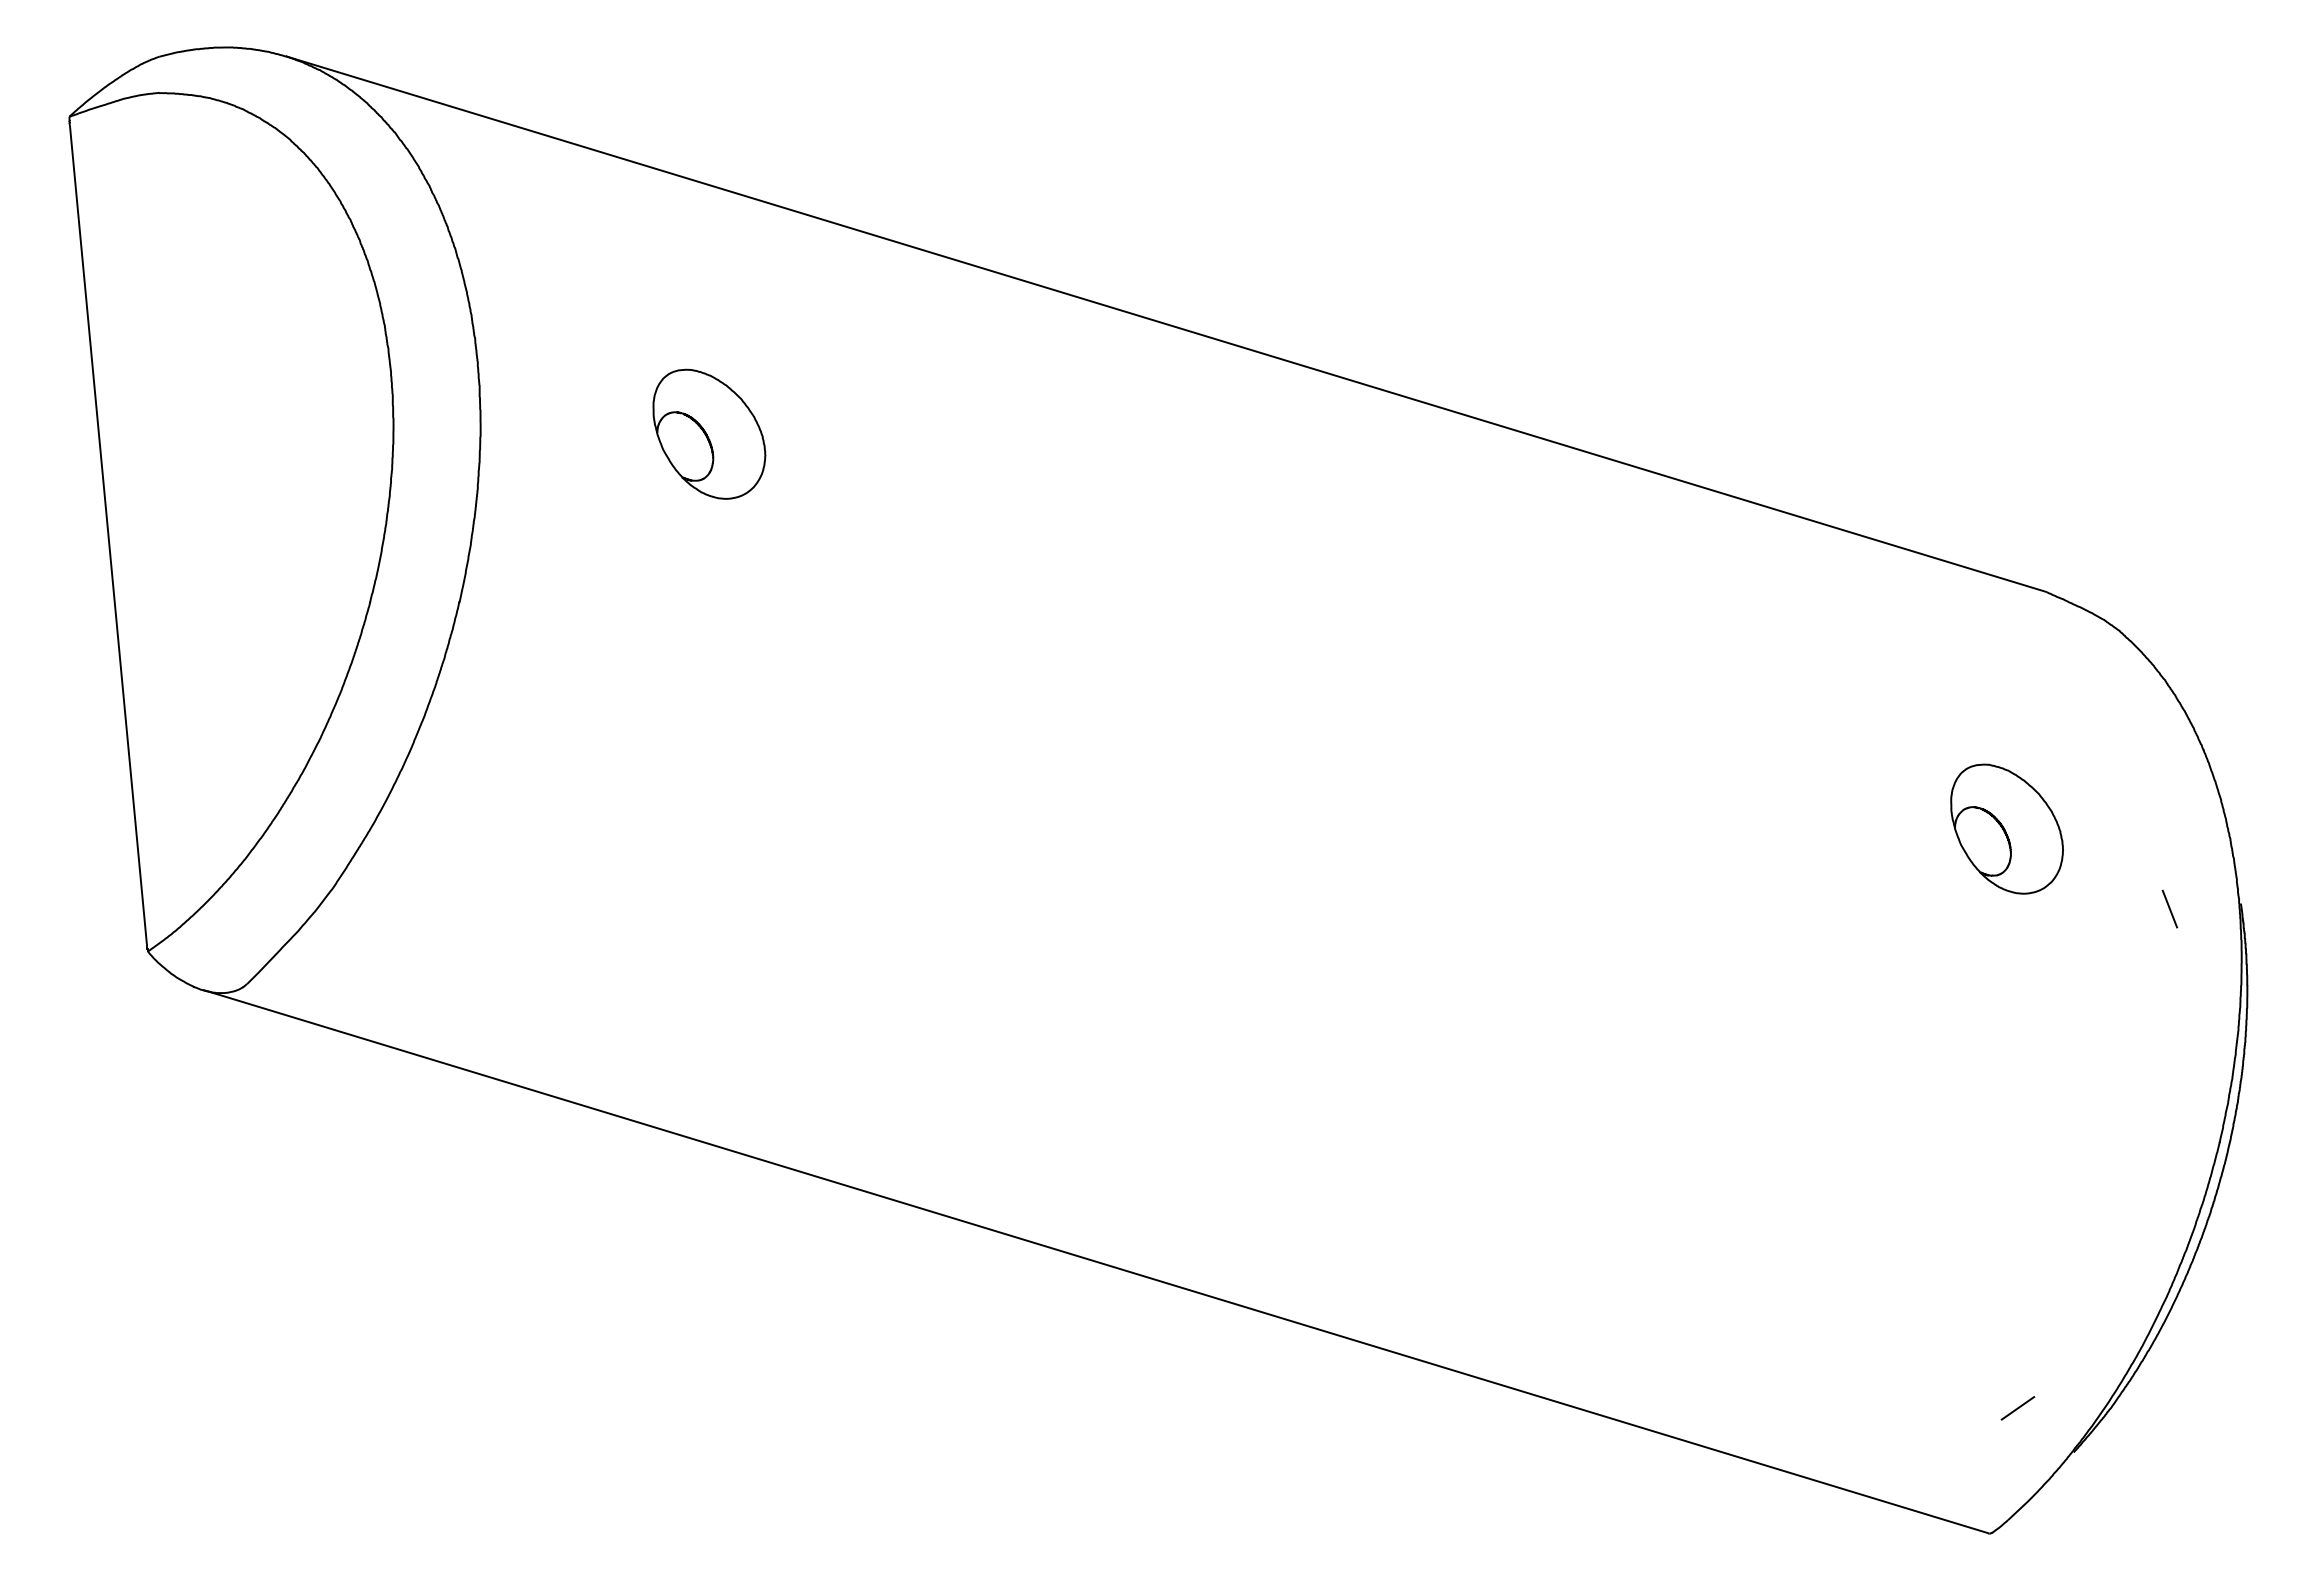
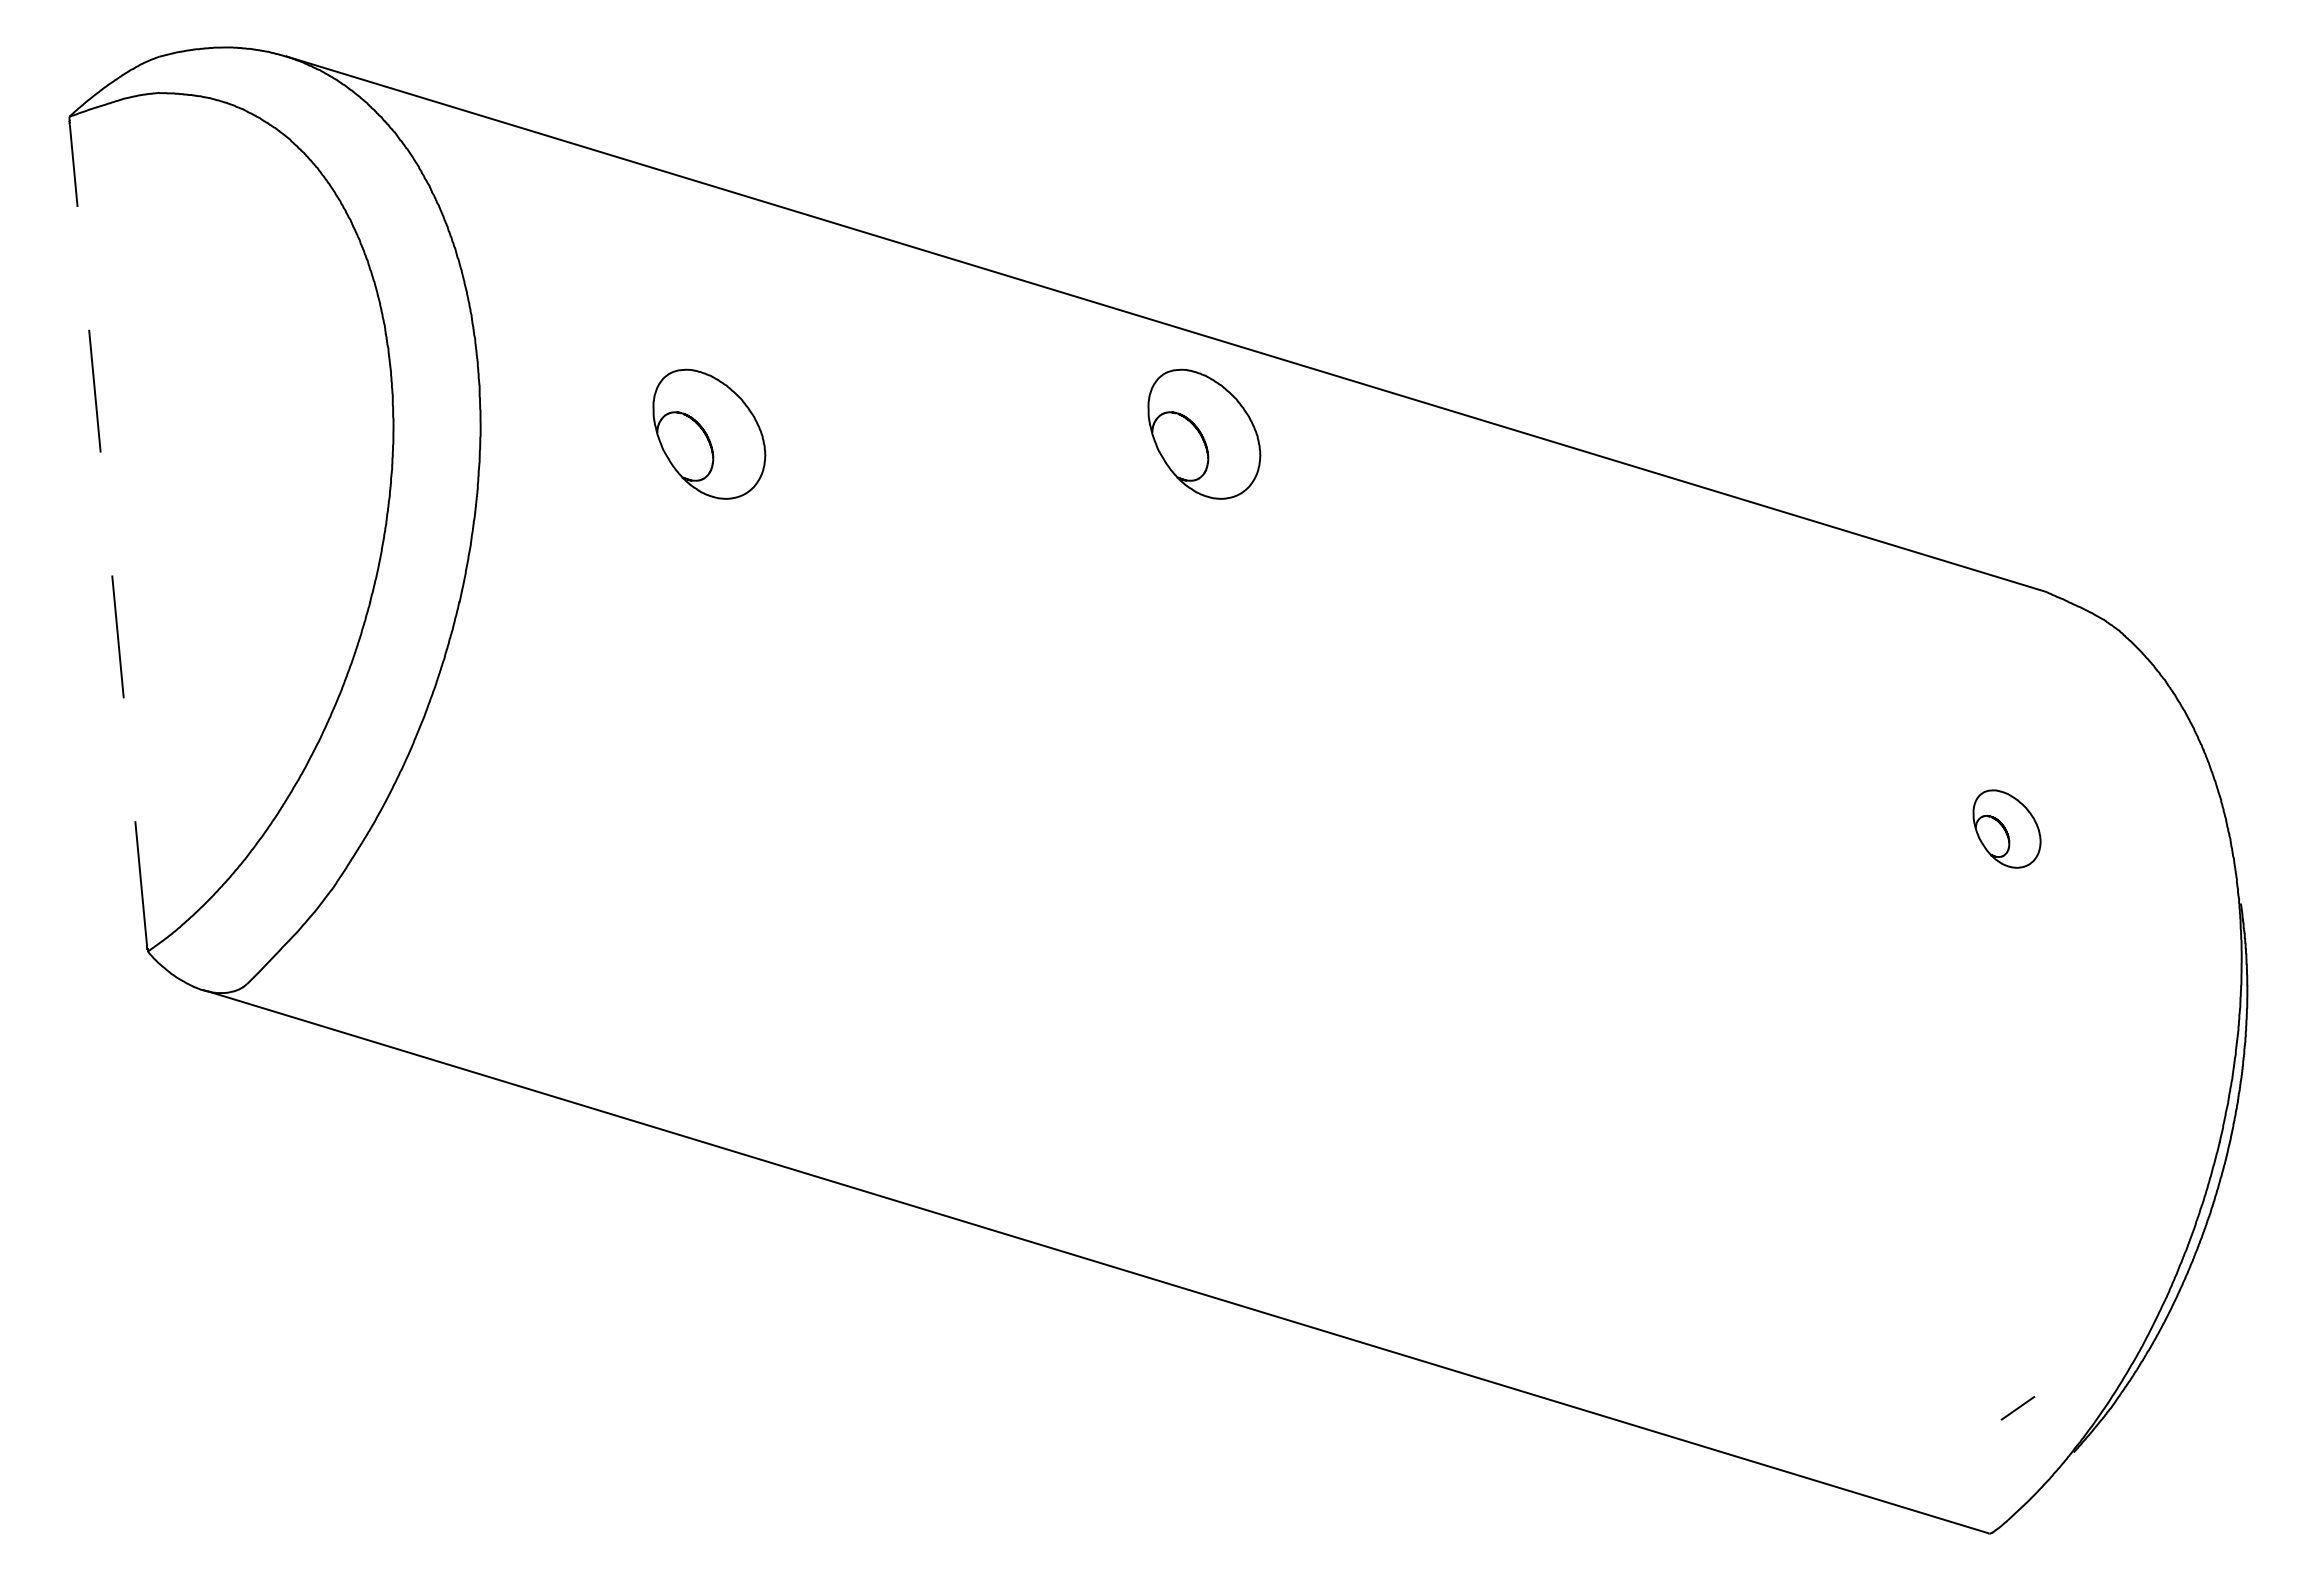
part at (1204, 433): none -> present
line at (108, 533): solid -> dashed
part at (2006, 828) size: 114x132 px -> 70x80 px
line at (2169, 908): present -> none
